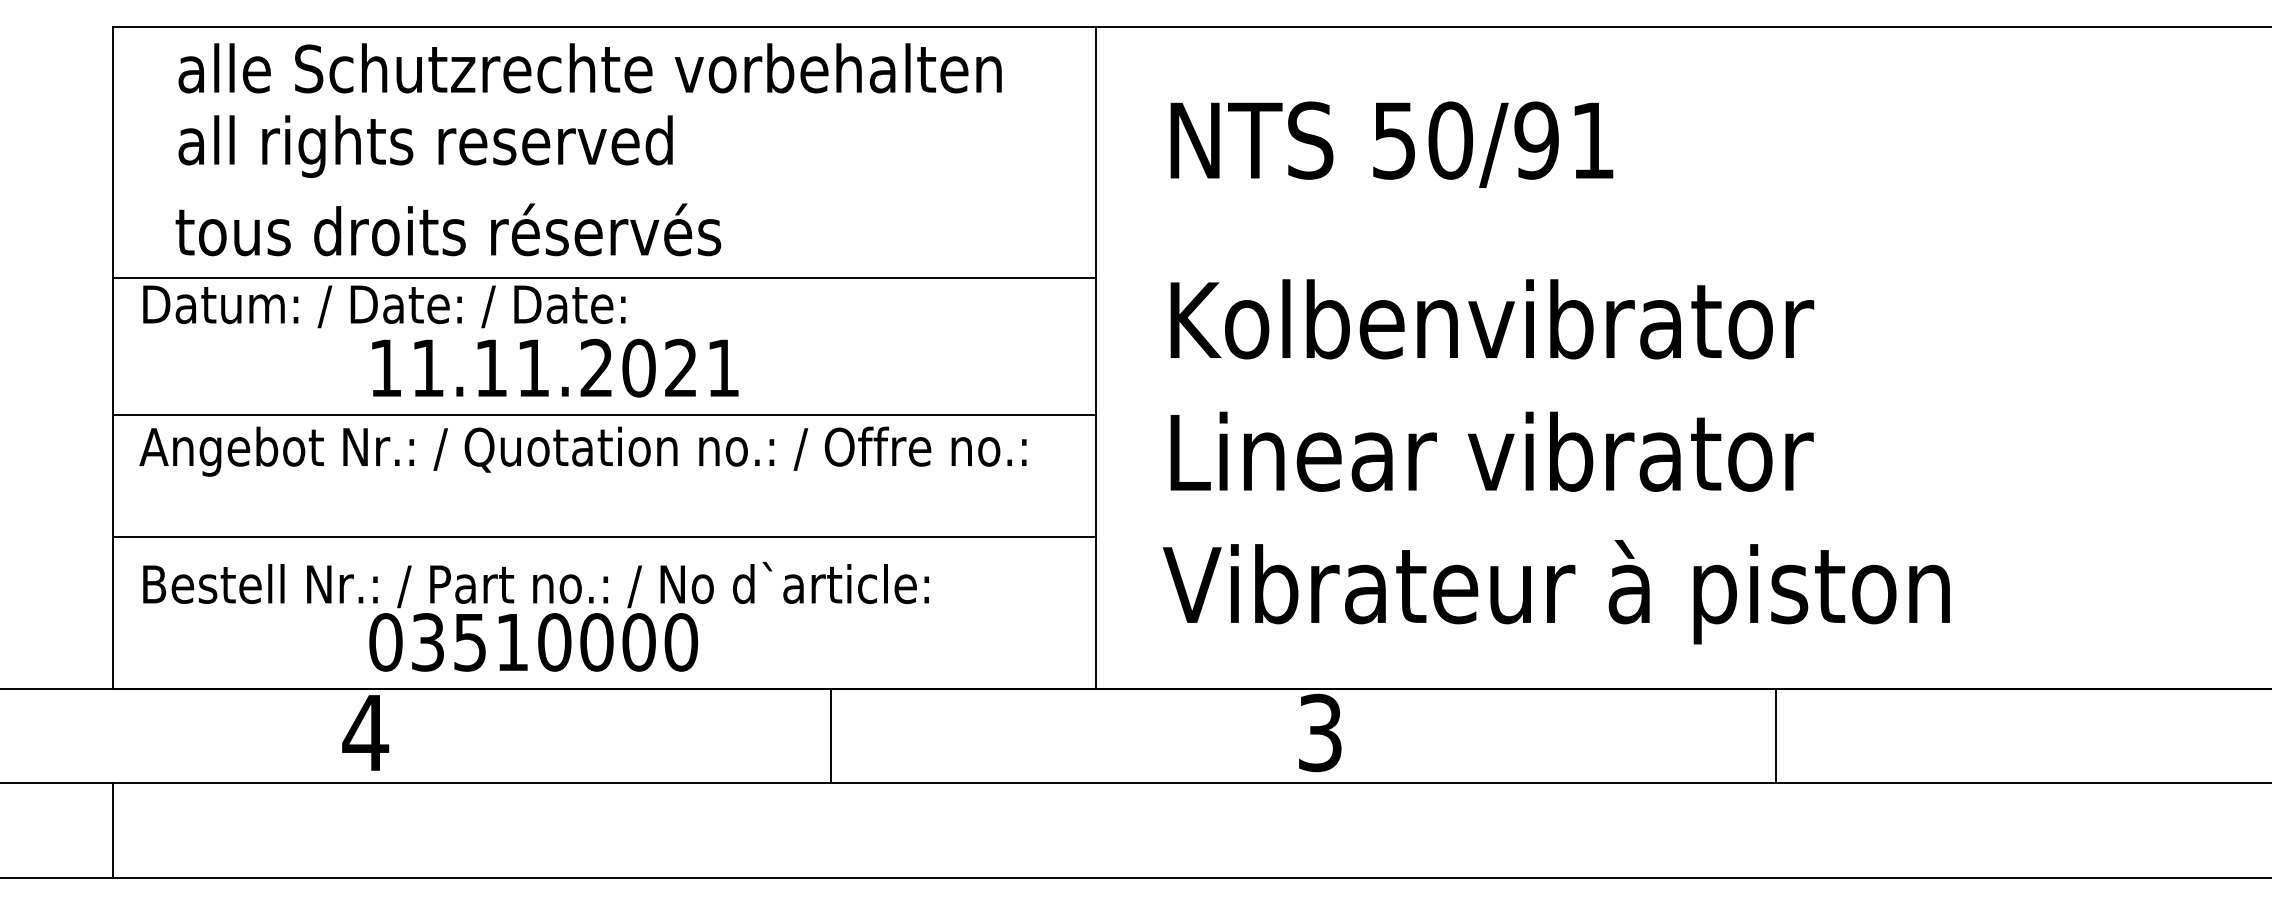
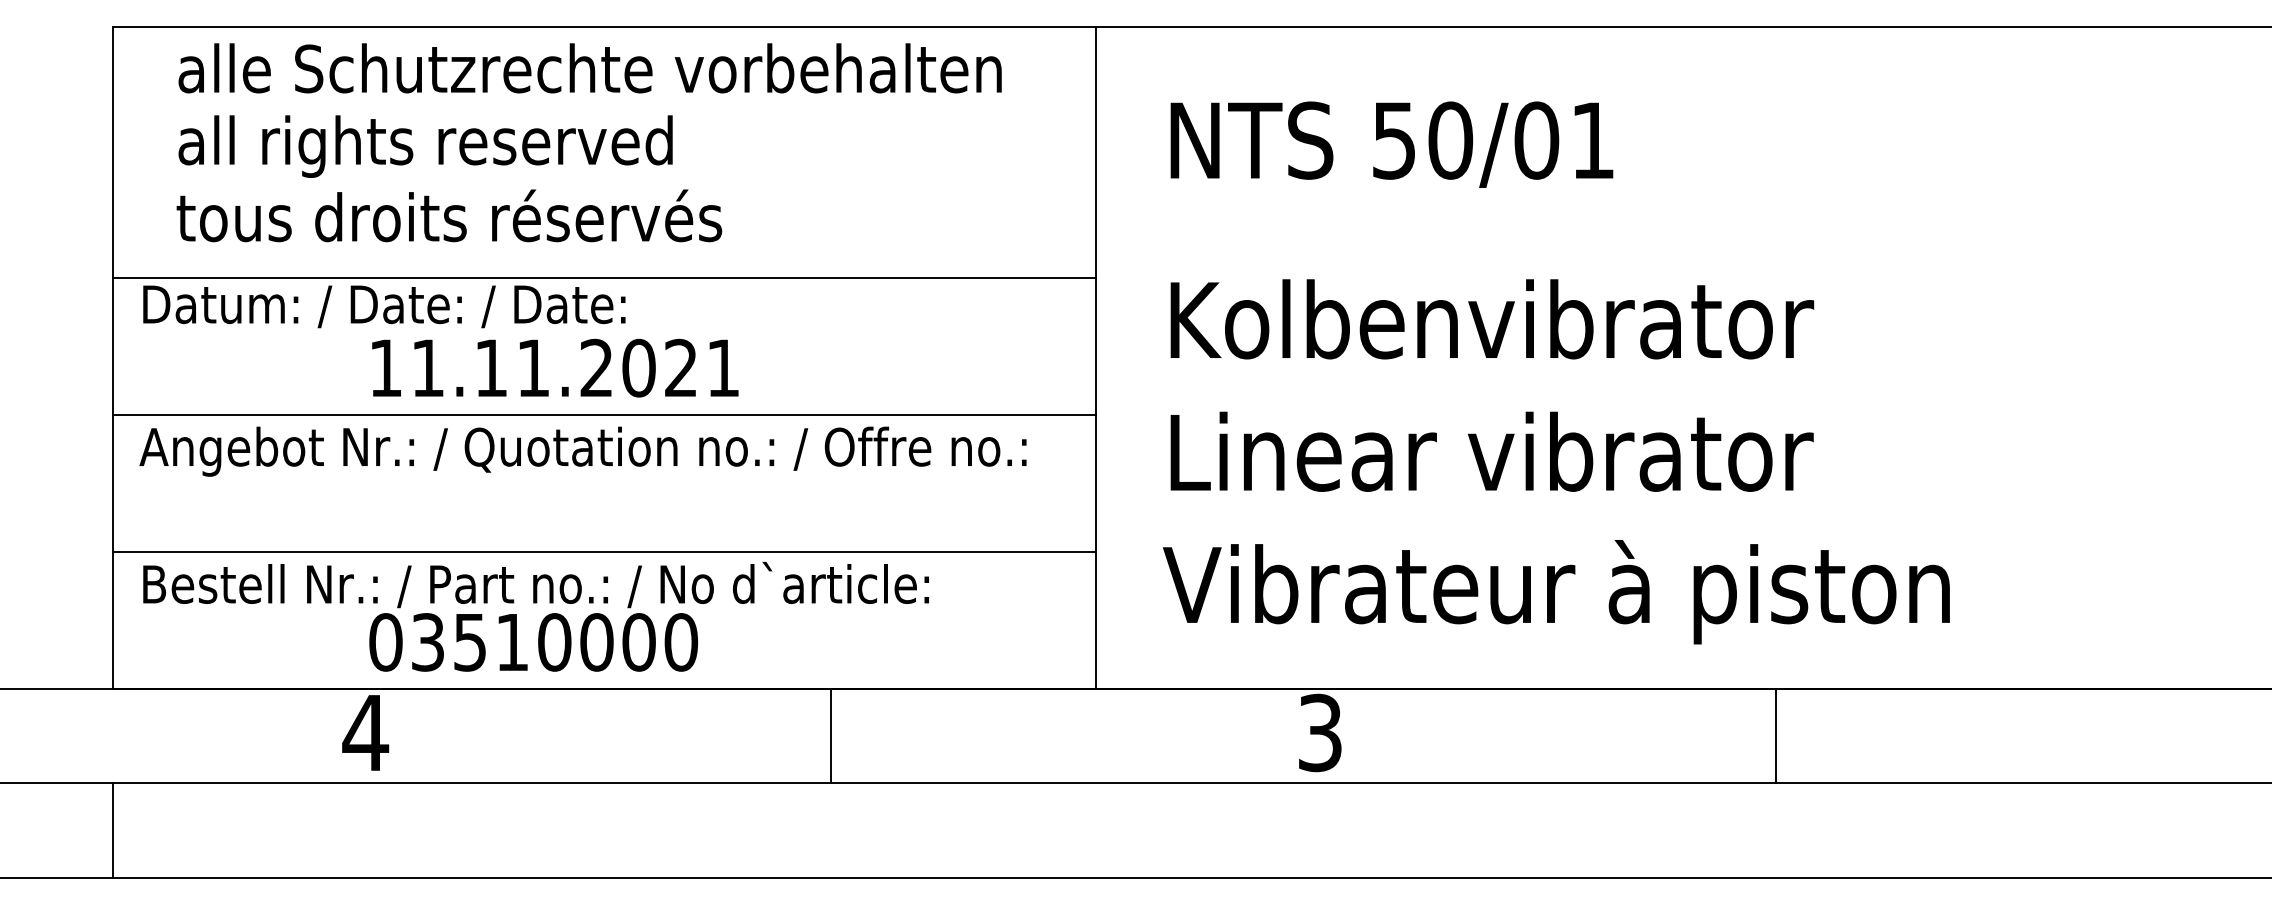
text at (1536, 140): 50/91 -> 50/01
text at (448, 229) position: (448, 229) -> (449, 215)
line at (603, 536) position: (603, 536) -> (603, 551)
